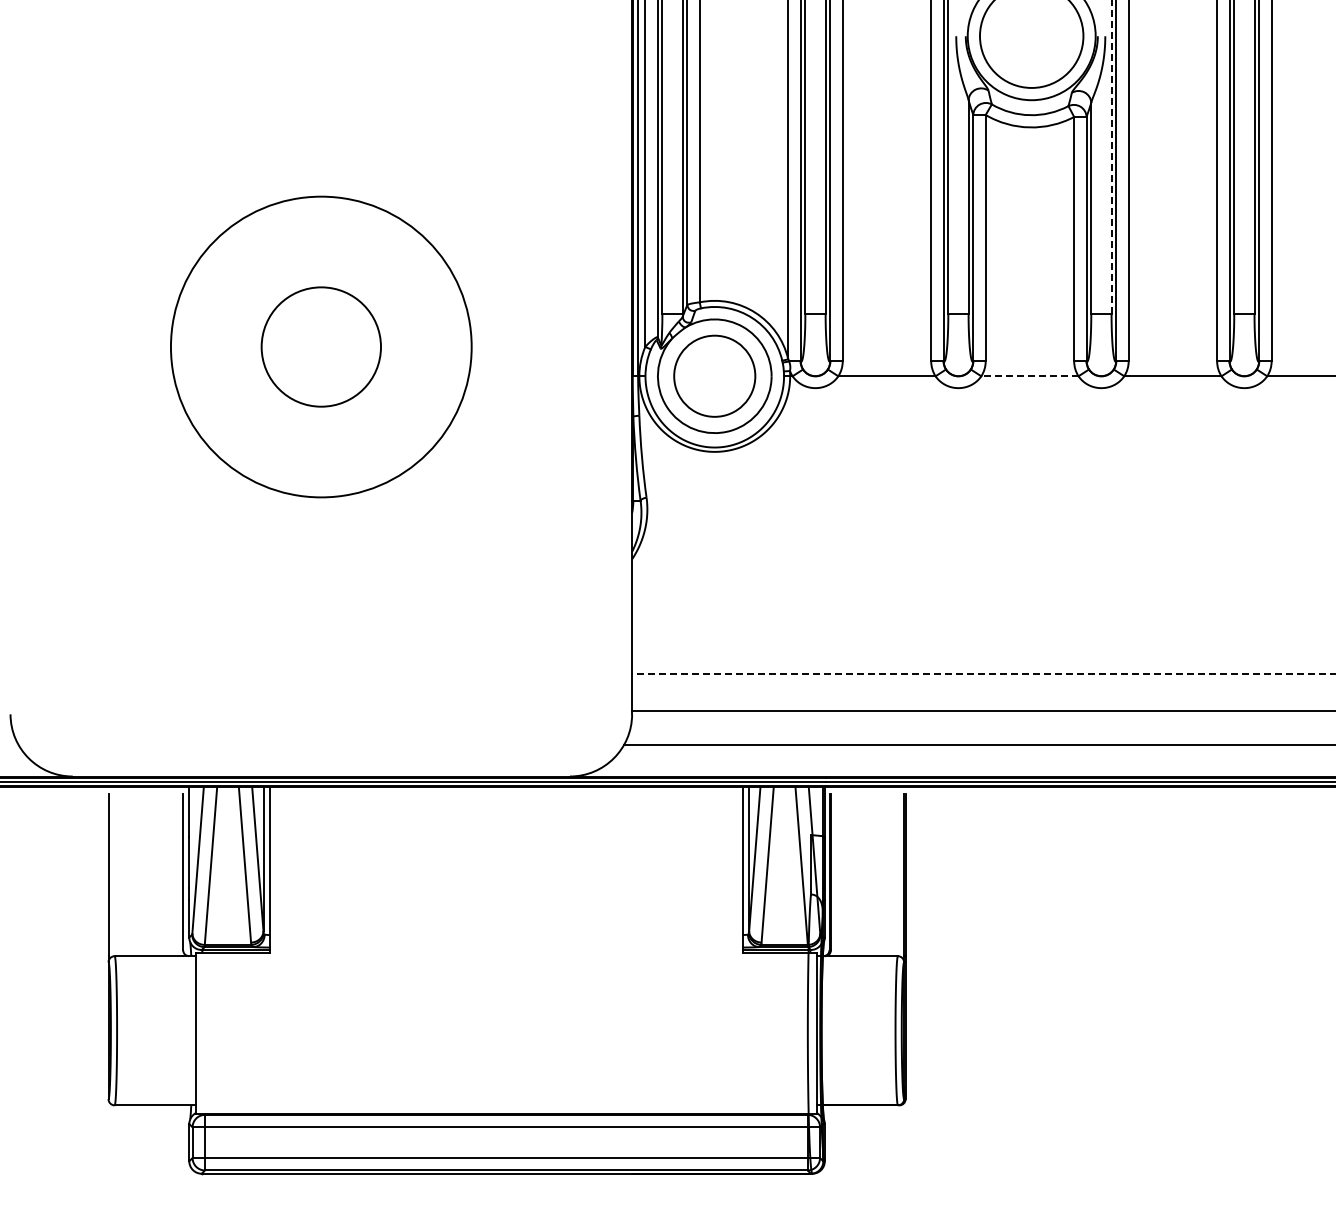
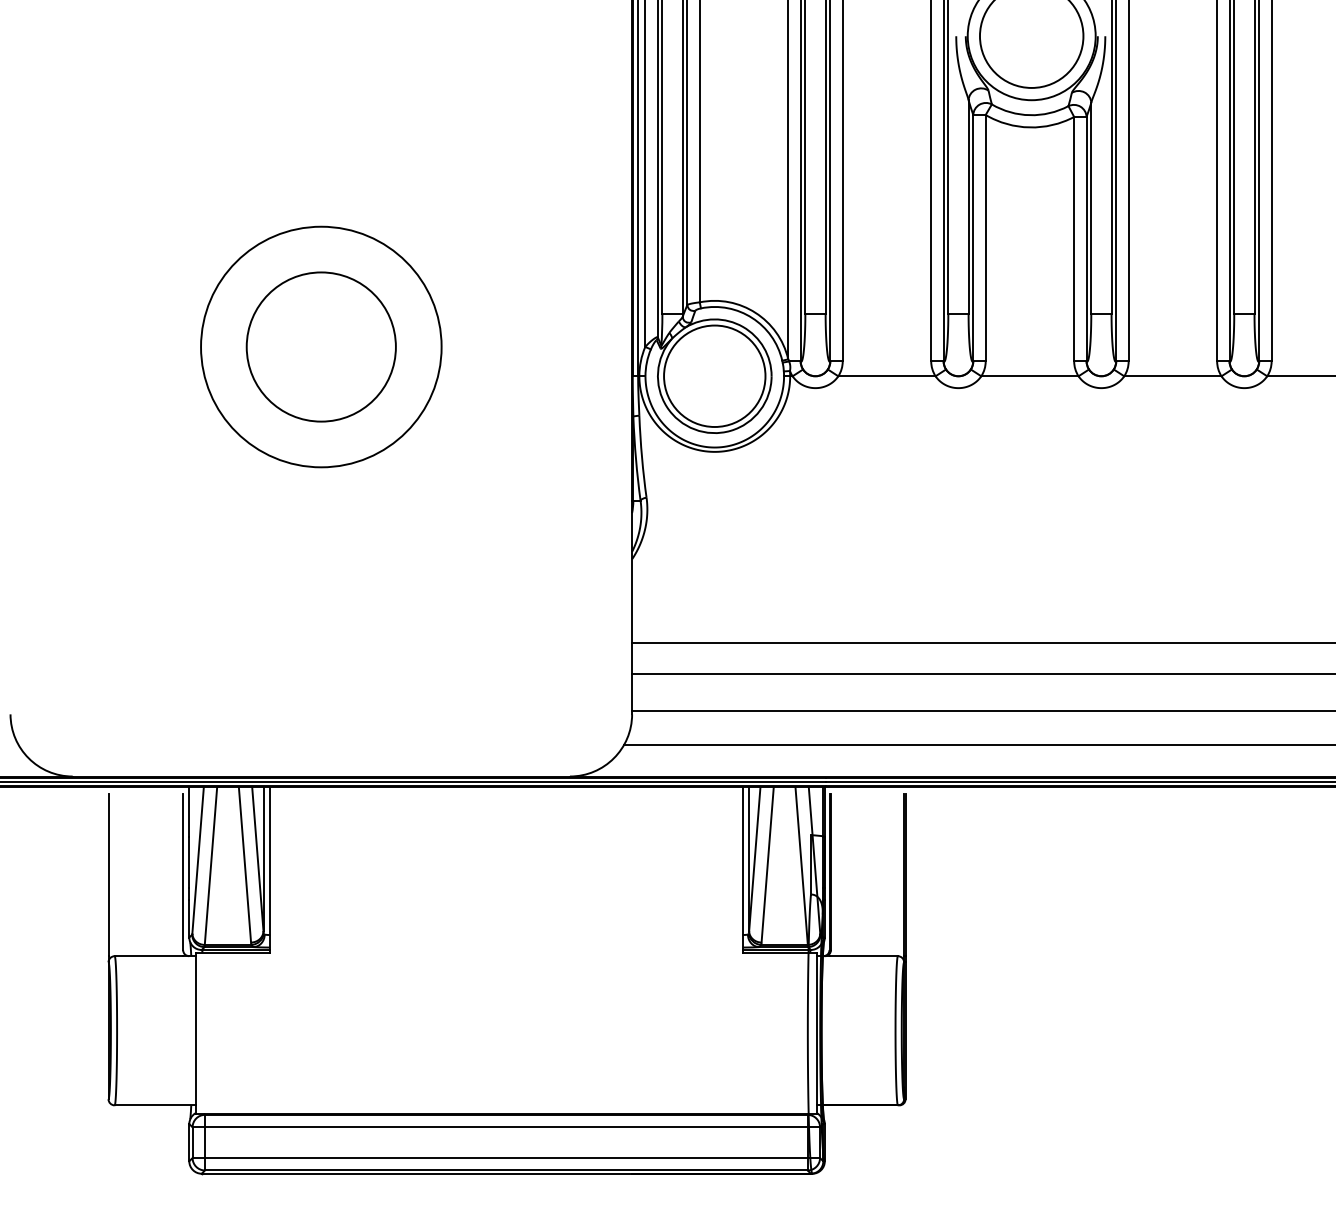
line at (1111, 157): dashed -> solid
circle at (320, 346) diameter: 301 px -> 241 px
circle at (321, 346) diameter: 119 px -> 149 px
circle at (714, 375) diameter: 81 px -> 101 px
line at (1029, 376): dashed -> solid
line at (982, 643): none -> present
line at (983, 673): dashed -> solid
